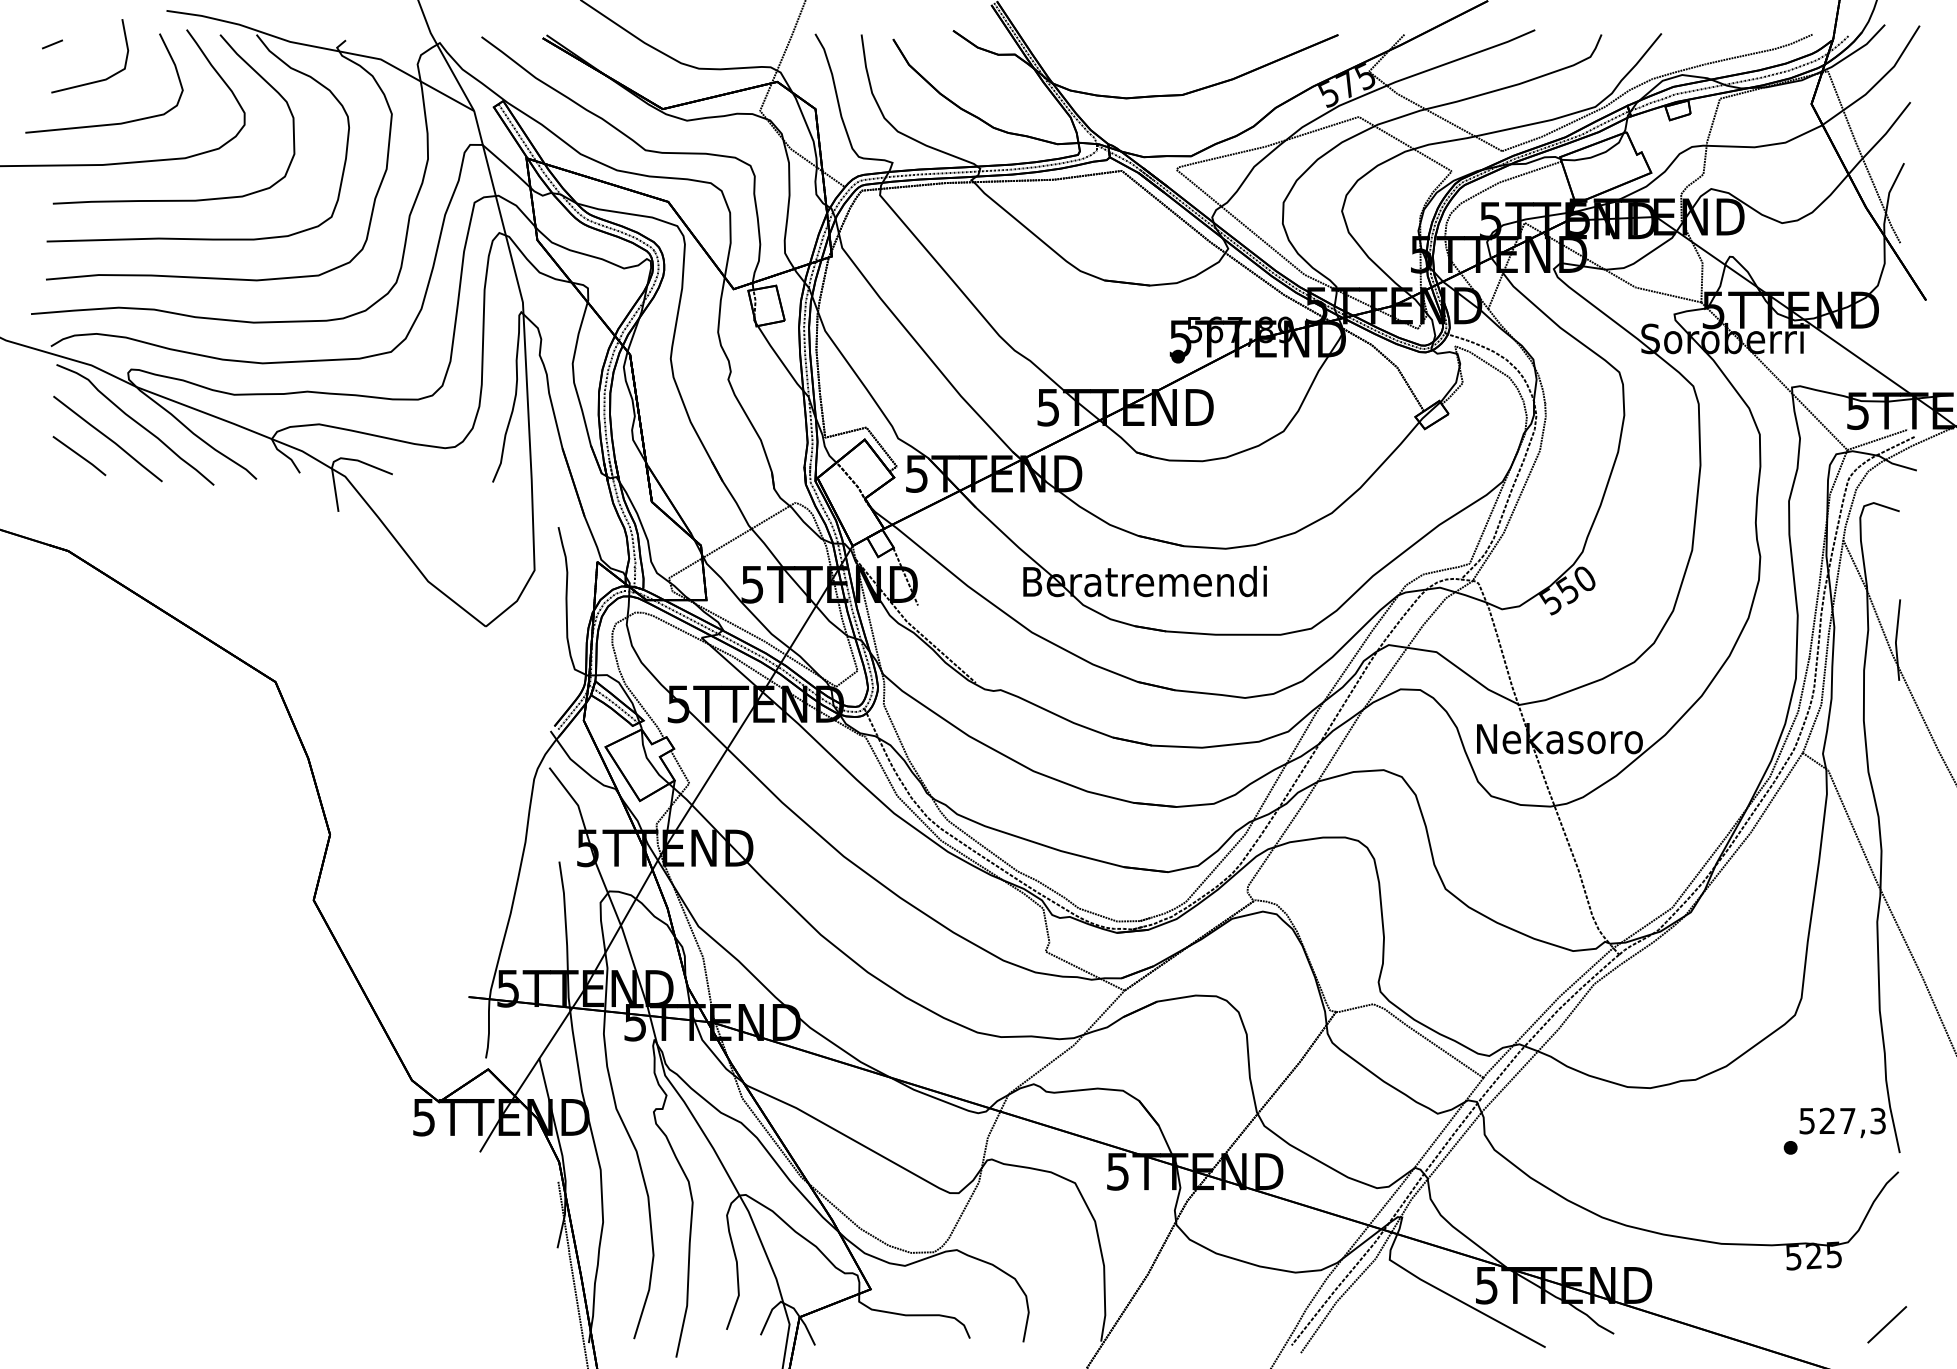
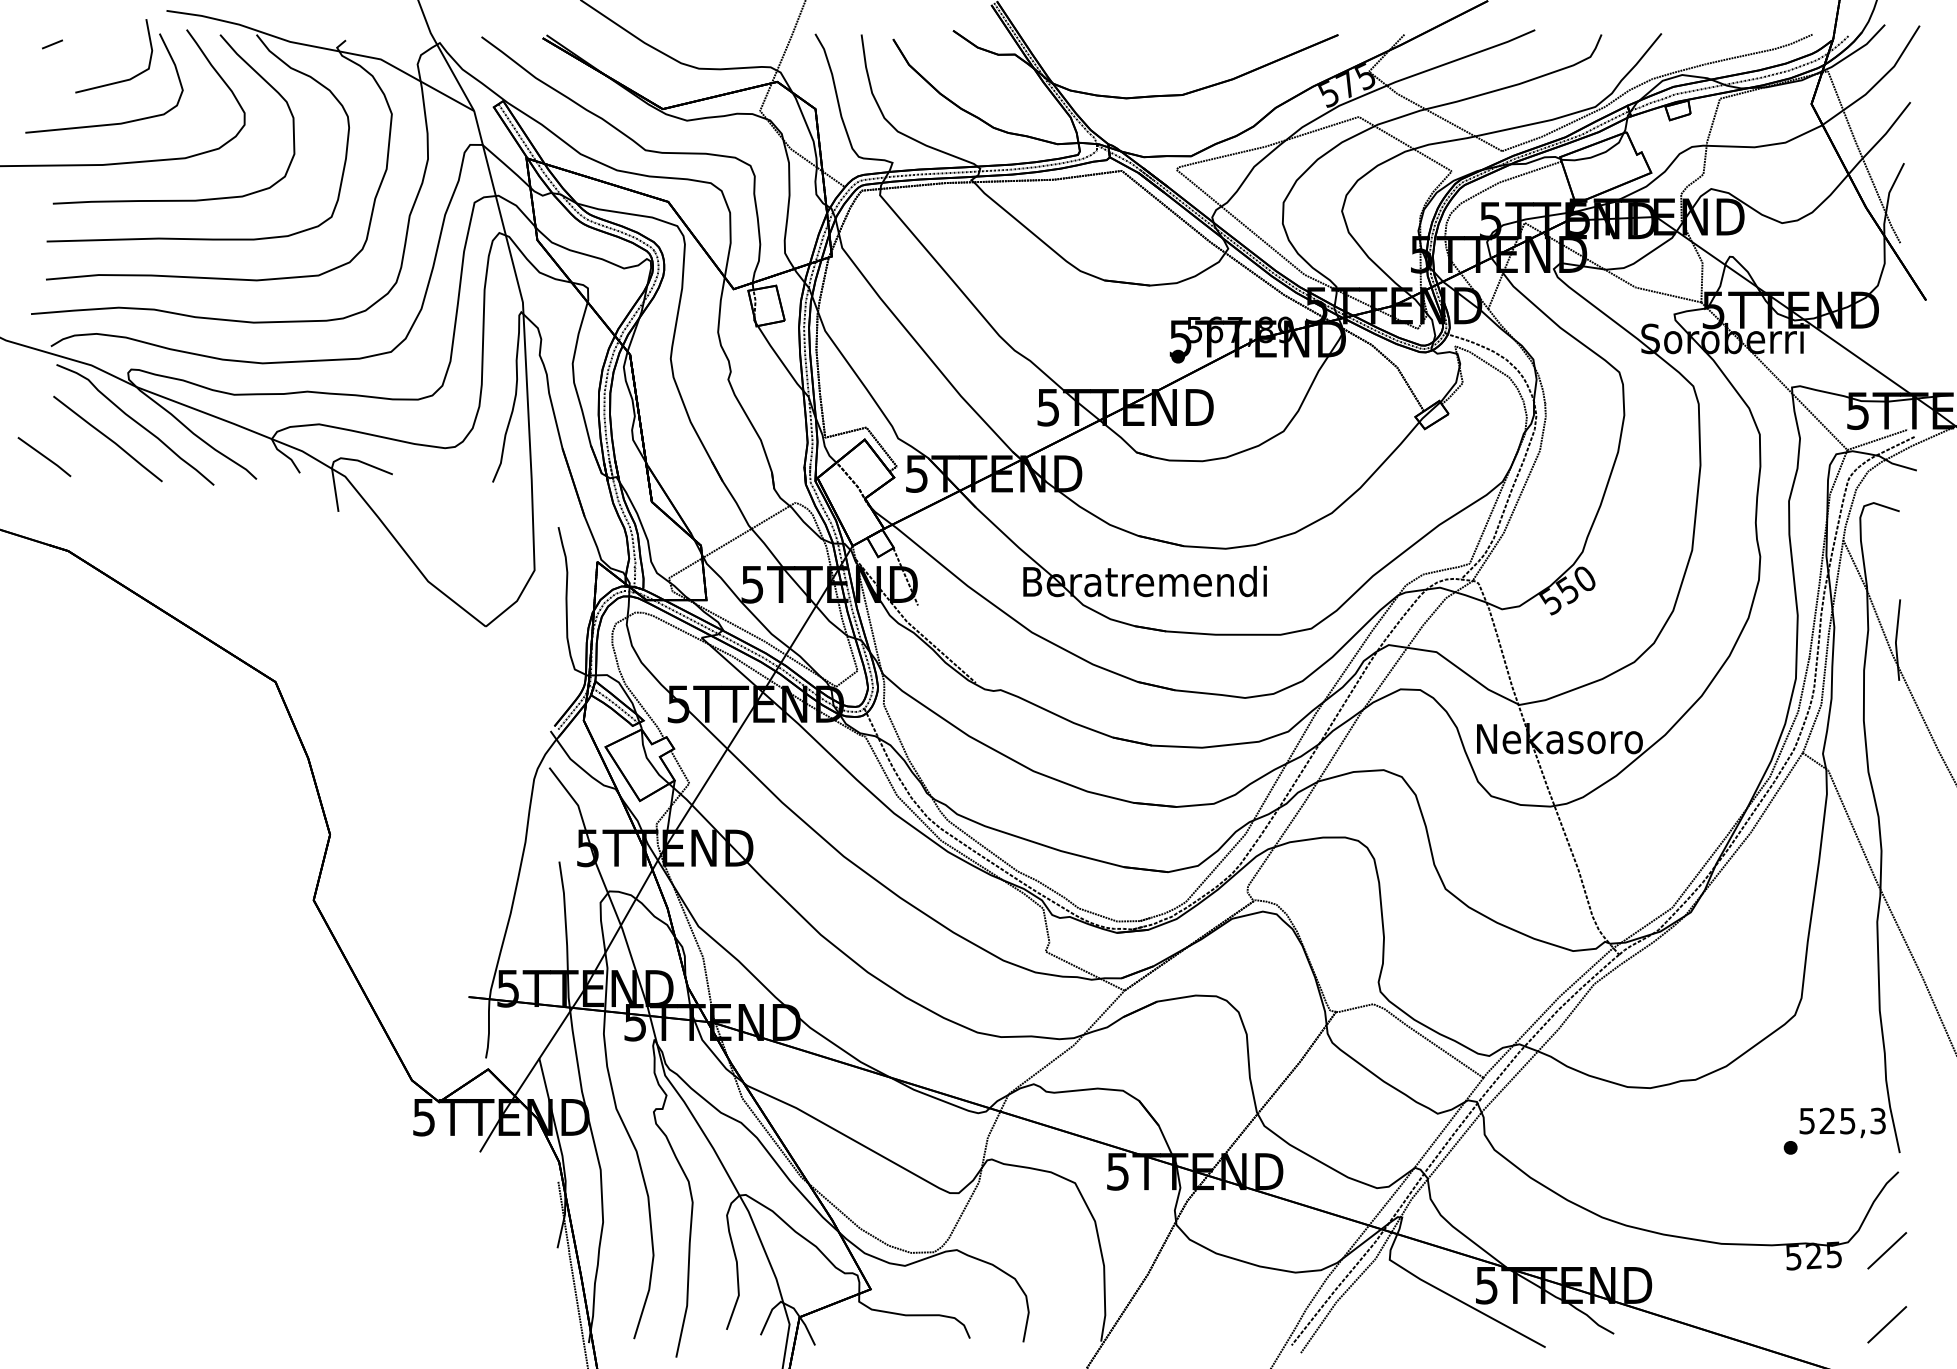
line at (96, 80) position: (96, 80) -> (120, 80)
line at (79, 456) position: (79, 456) -> (44, 457)
text at (1847, 1121): 527,3 -> 525,3
line at (1887, 1250): none -> present
